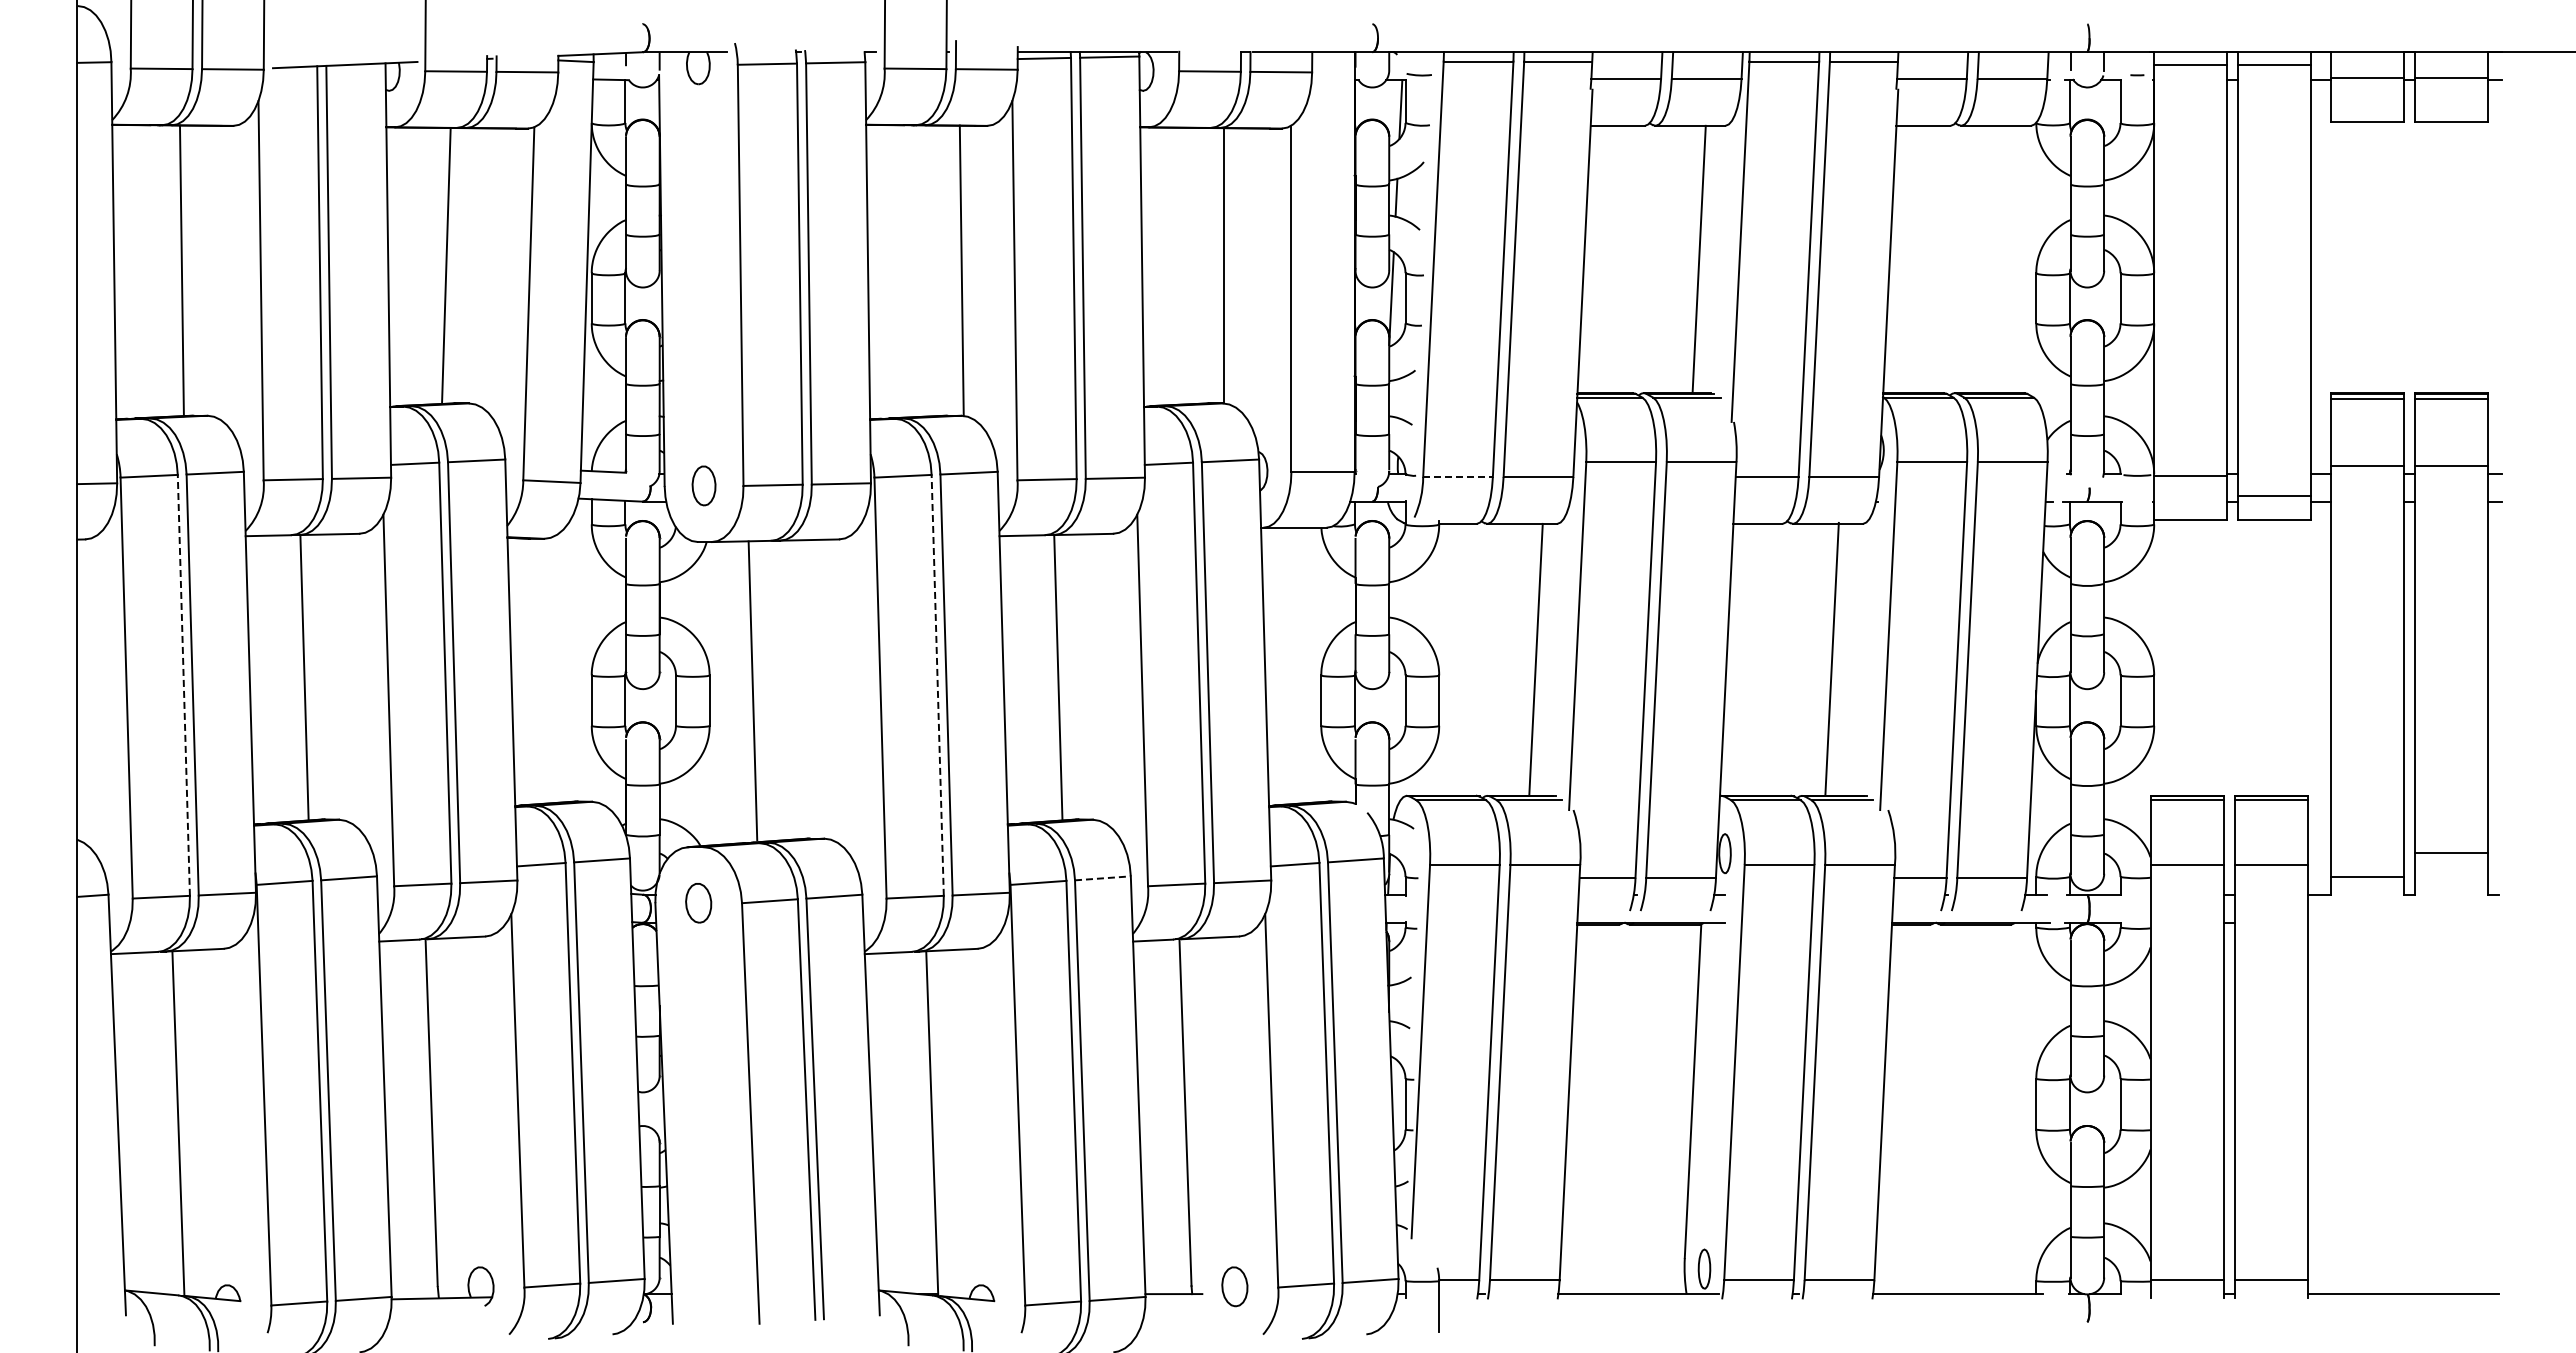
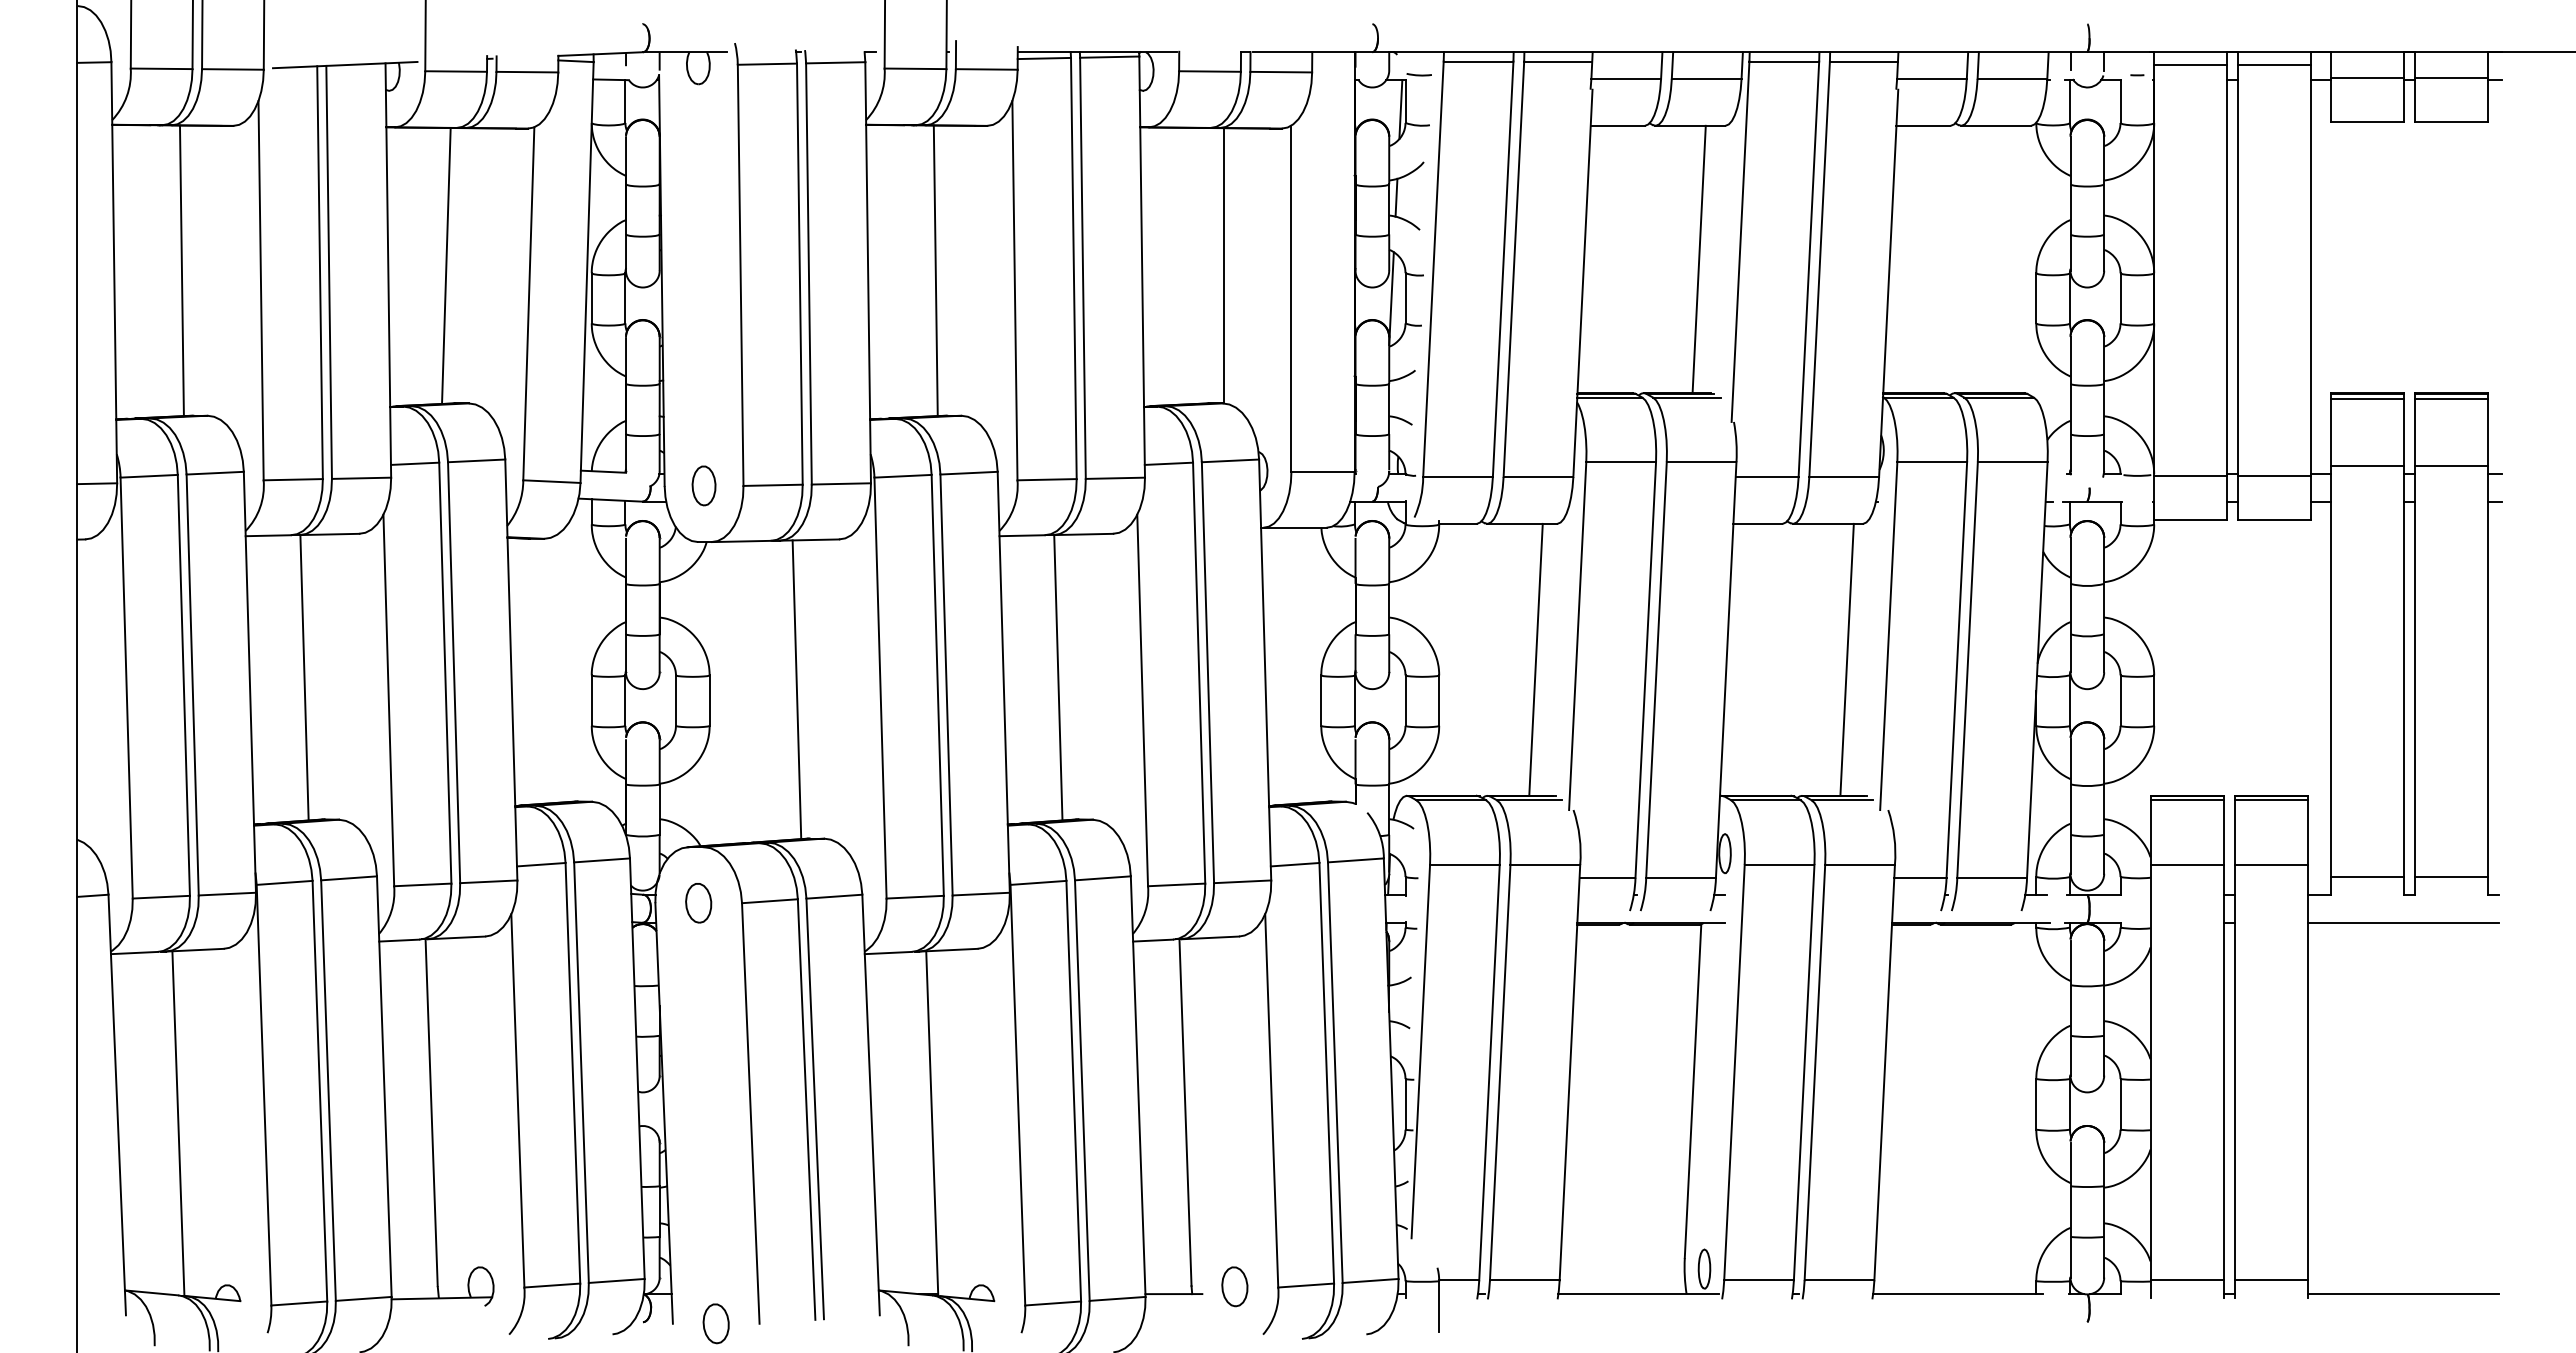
line at (961, 270) position: (961, 270) -> (935, 270)
line at (1458, 477): dashed -> solid
line at (2274, 496) position: (2274, 496) -> (2274, 476)
line at (1831, 658) position: (1831, 658) -> (1846, 659)
line at (183, 685): dashed -> solid
line at (937, 685): dashed -> solid
line at (752, 690) position: (752, 690) -> (796, 689)
line at (2451, 852) position: (2451, 852) -> (2451, 876)
line at (1102, 878): dashed -> solid
line at (2402, 922): none -> present
part at (715, 1323): none -> present
